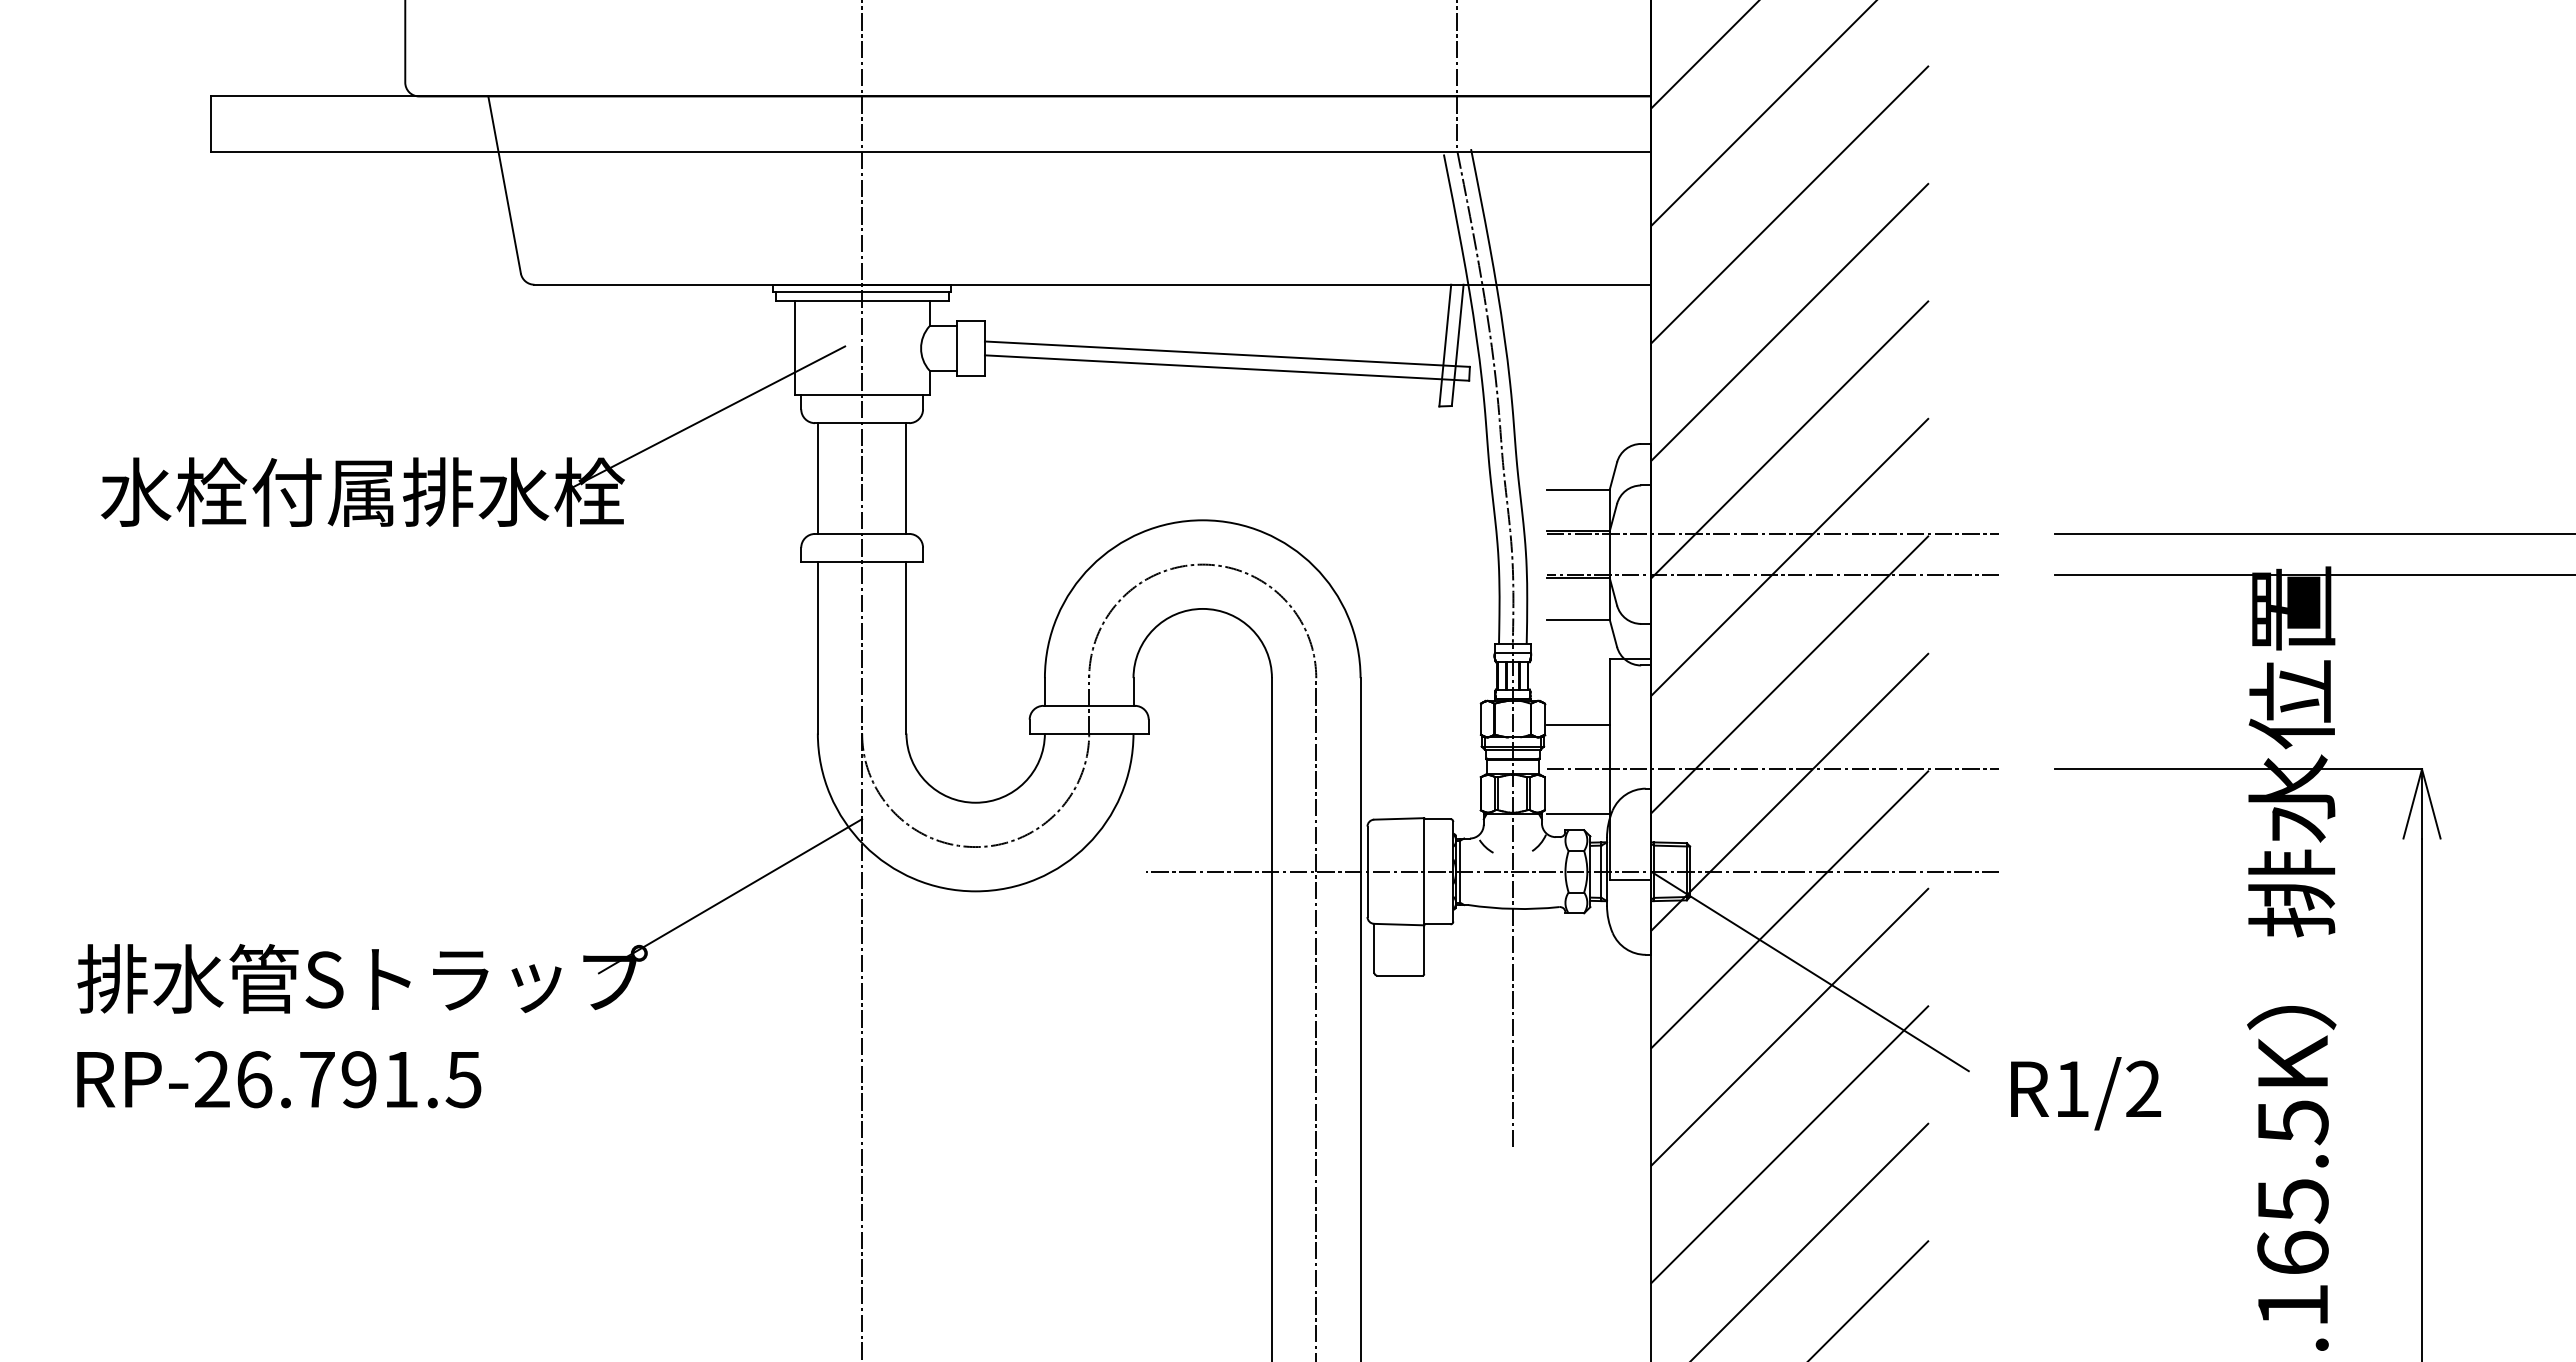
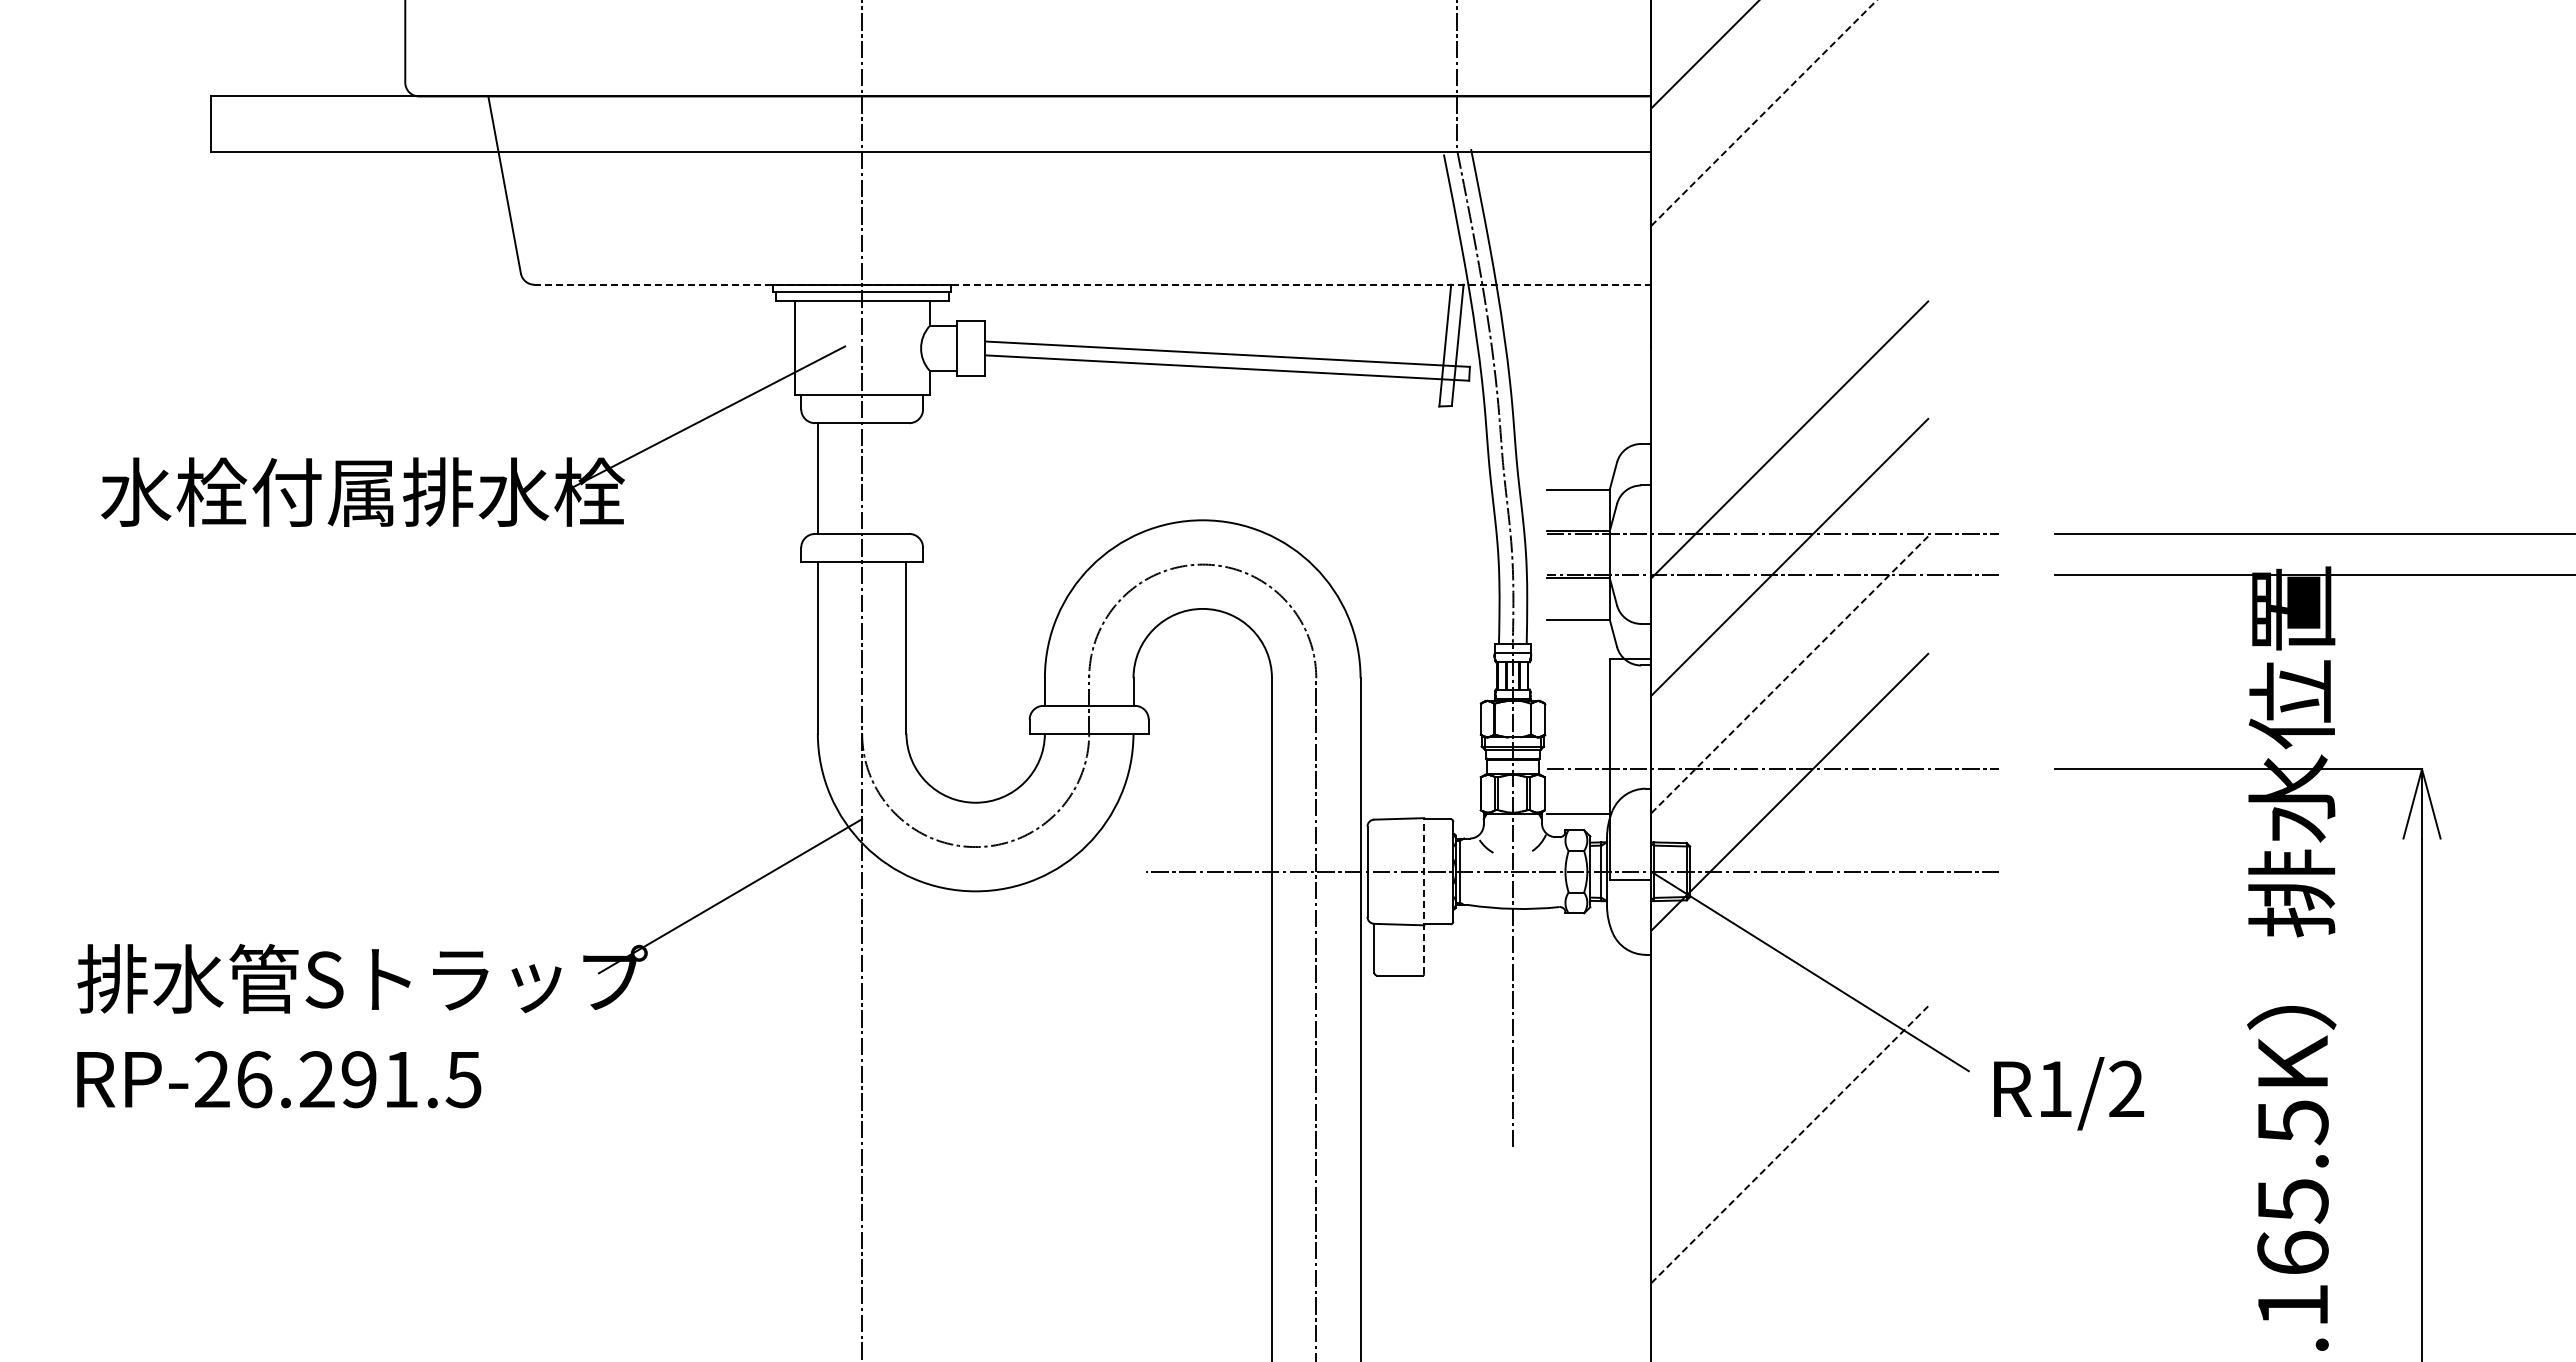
line at (1764, 112): solid -> dashed
line at (1789, 204): present -> none
line at (1093, 284): solid -> dashed
line at (1789, 321): present -> none
line at (906, 478): present -> none
line at (1789, 674): solid -> dashed
line at (1577, 725): present -> none
line at (1424, 895): solid -> dashed
line at (1789, 909): present -> none
line at (1789, 1026): present -> none
text at (316, 1079): RP-26.791.5 -> RP-26.291.5
text at (2085, 1093) position: (2085, 1093) -> (2068, 1093)
line at (1789, 1144): solid -> dashed
line at (1810, 1240): present -> none
line at (1869, 1299): present -> none
